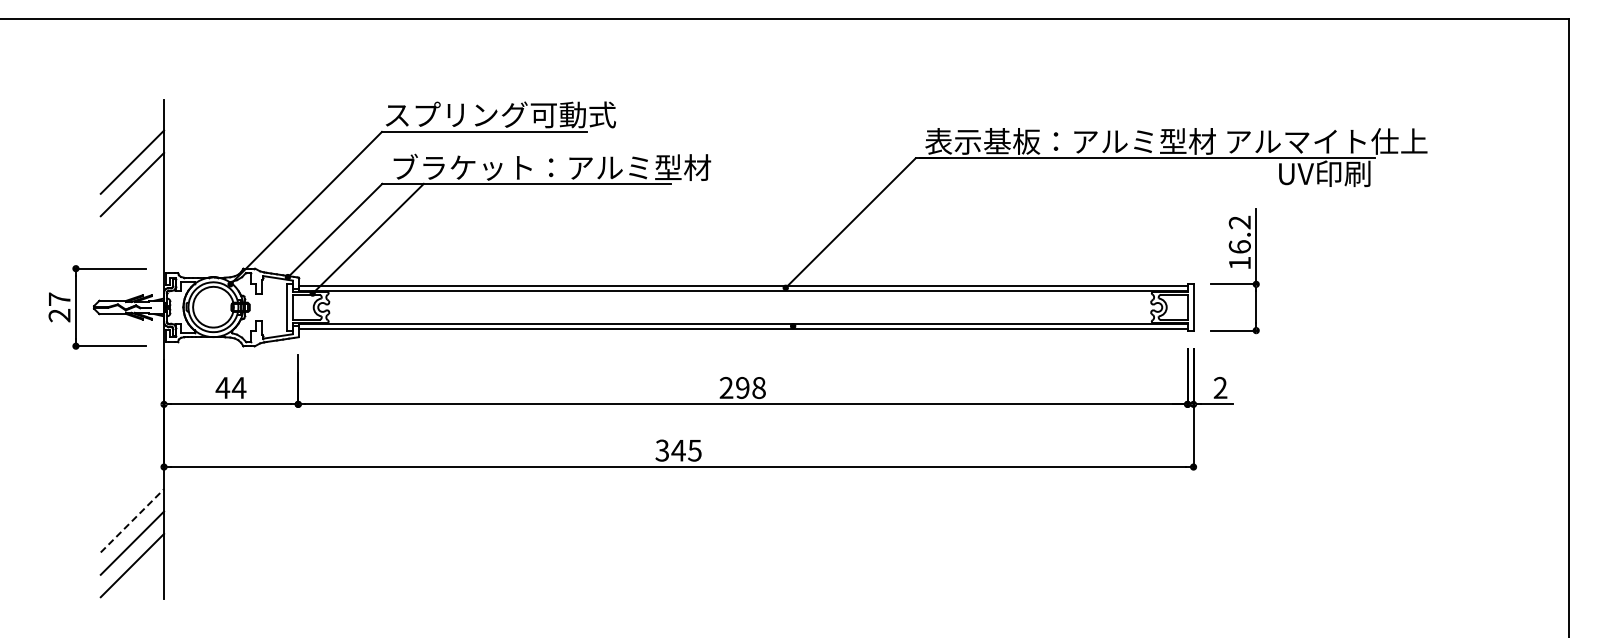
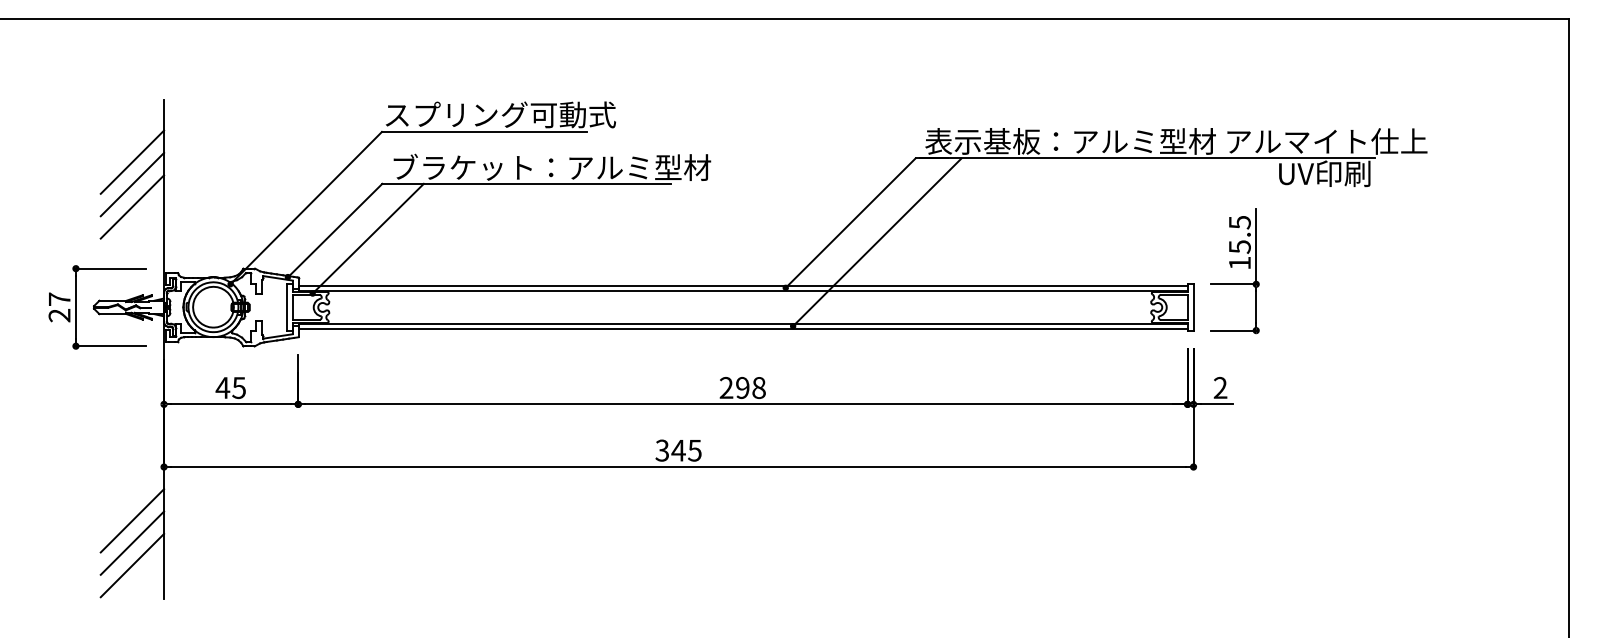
line at (132, 206): none -> present
text at (1239, 234): 16.2 -> 15.5
line at (877, 242): none -> present
text at (238, 388): 44 -> 45
line at (132, 520): dashed -> solid
